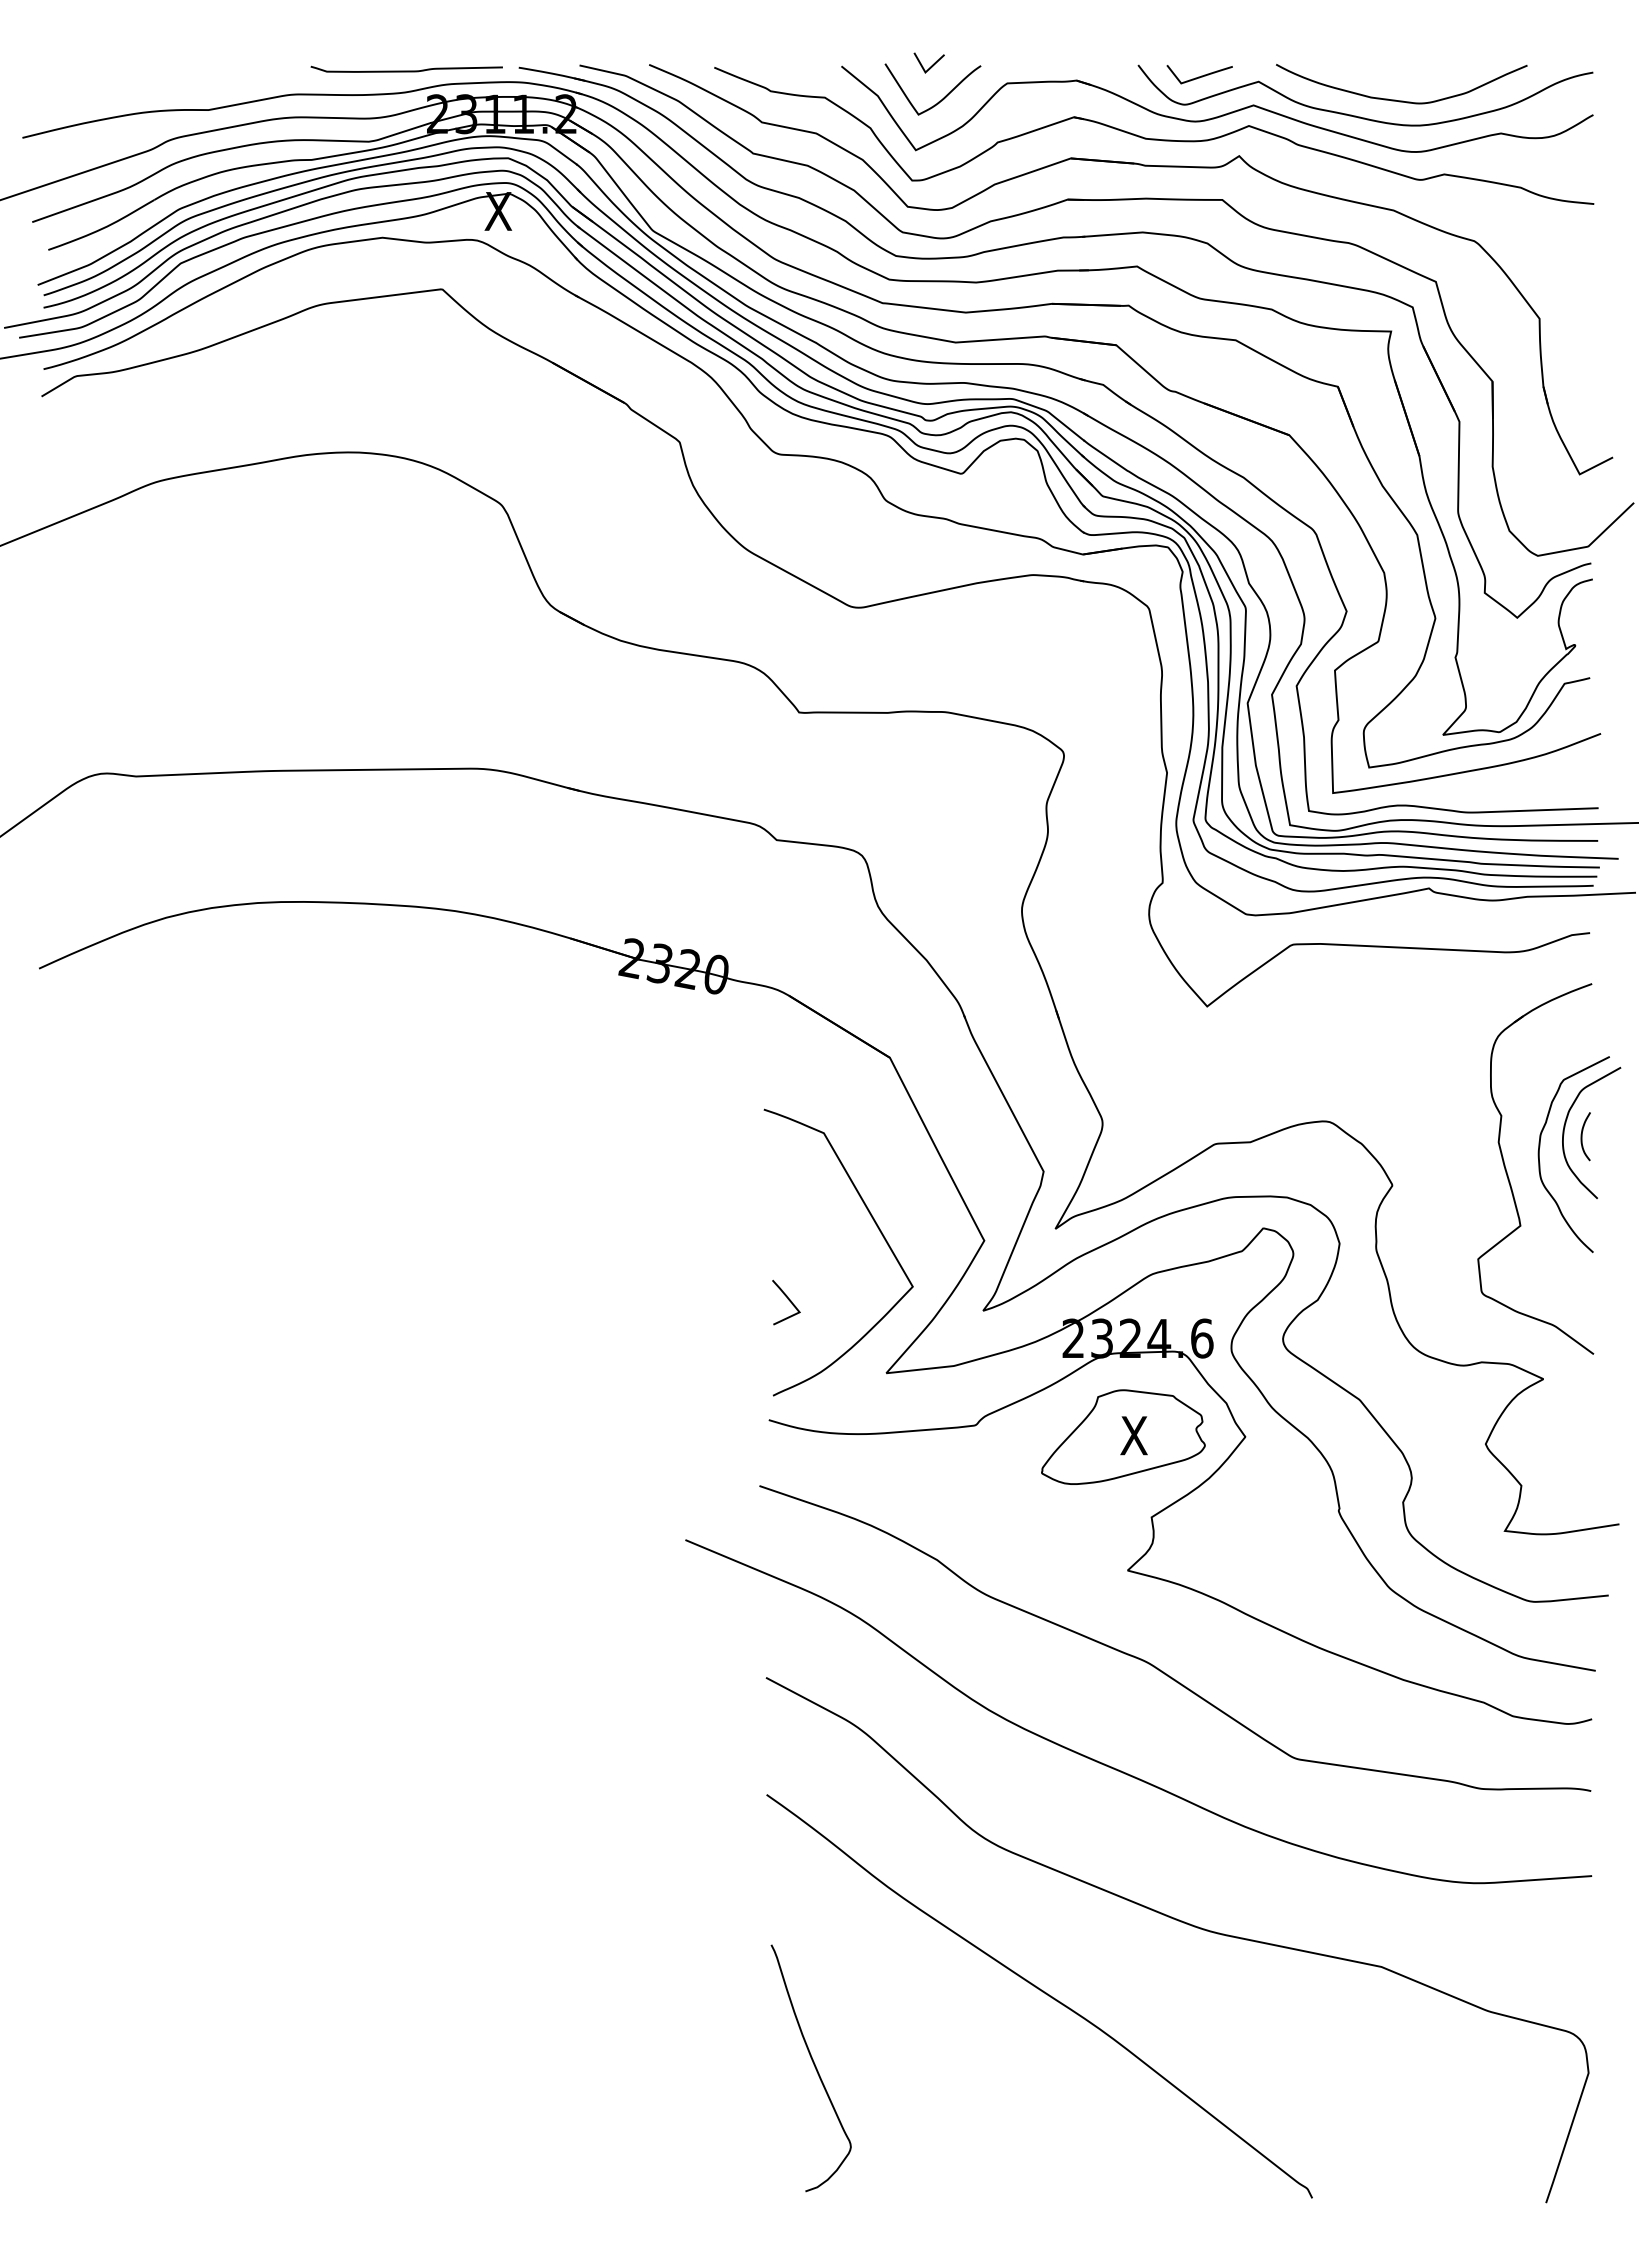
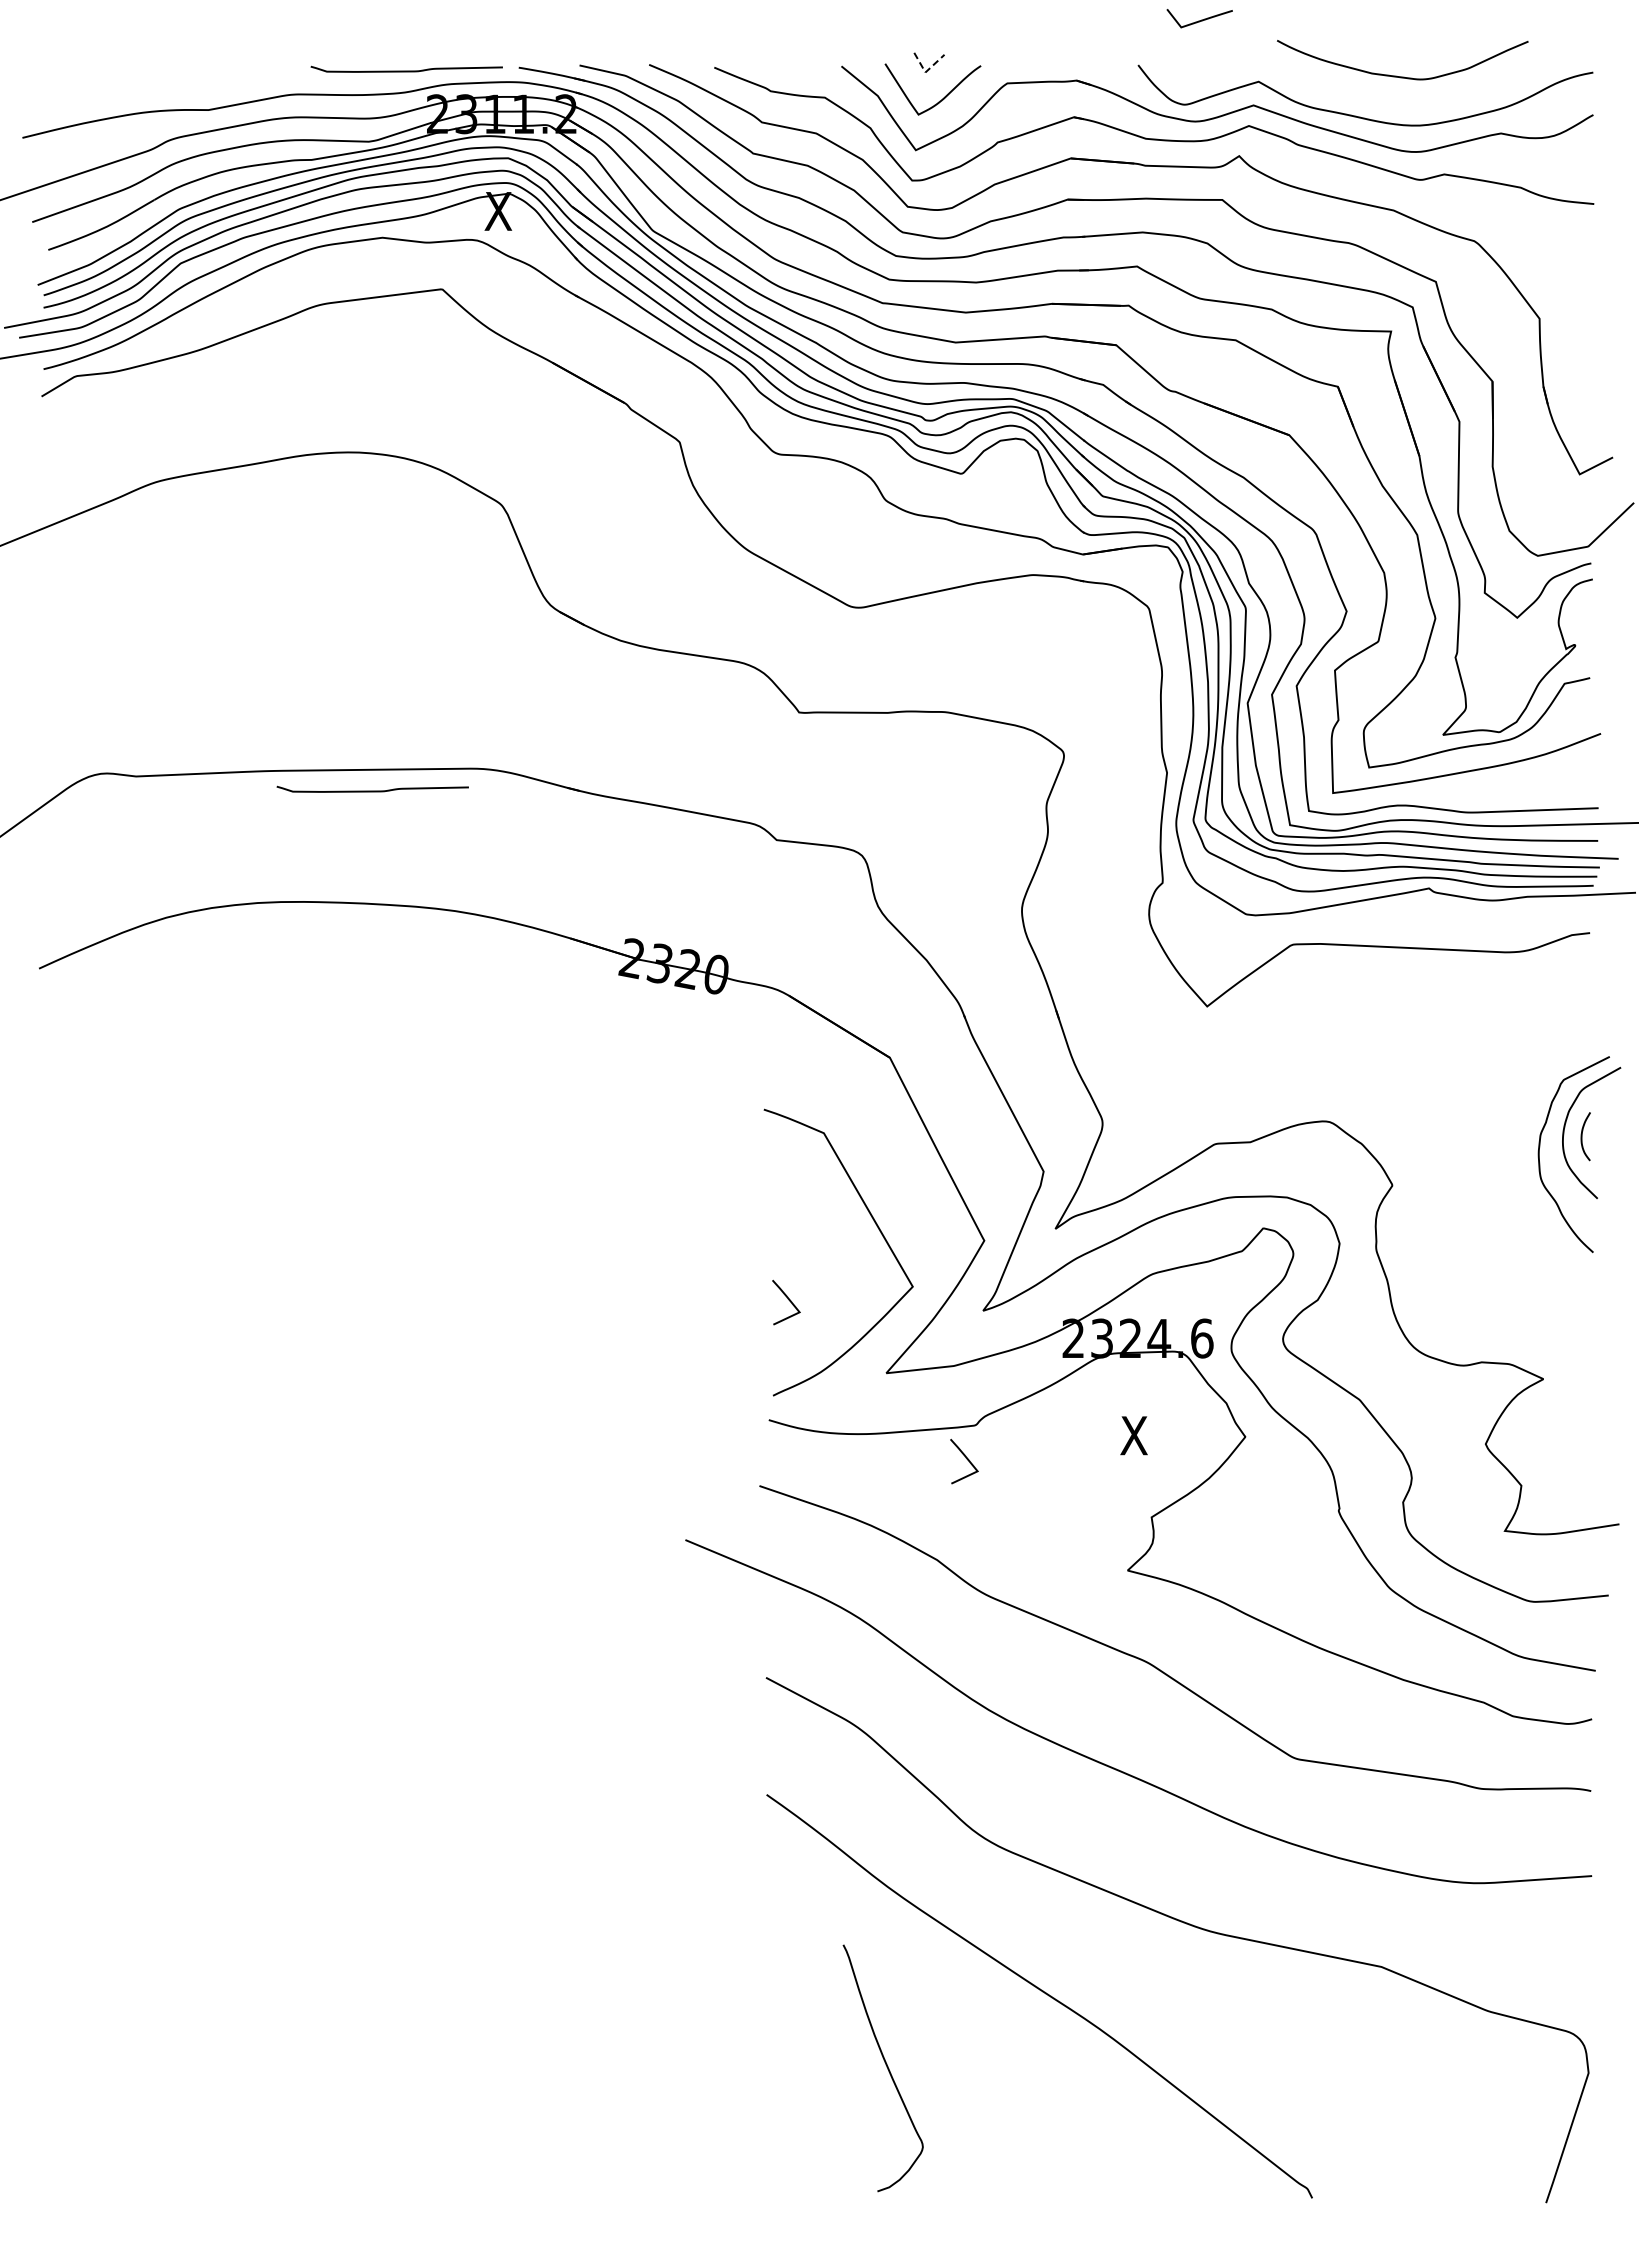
line at (926, 71): solid -> dashed
curve at (1199, 76) position: (1199, 76) -> (1199, 20)
curve at (1401, 100) position: (1401, 100) -> (1402, 76)
curve at (372, 790): none -> present
part at (1509, 1178): present -> none
part at (1123, 1436): present -> none
curve at (966, 1459): none -> present
curve at (814, 2067) position: (814, 2067) -> (886, 2067)
